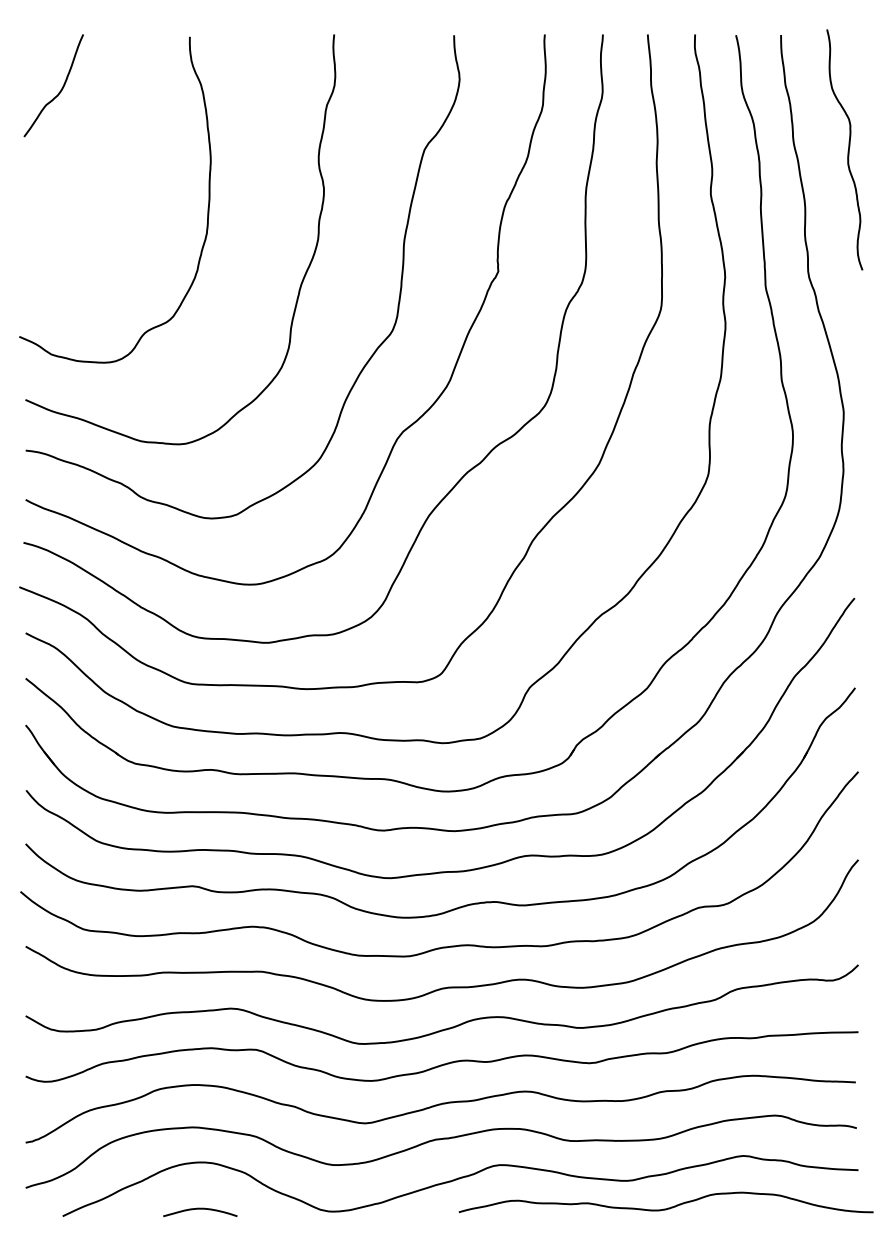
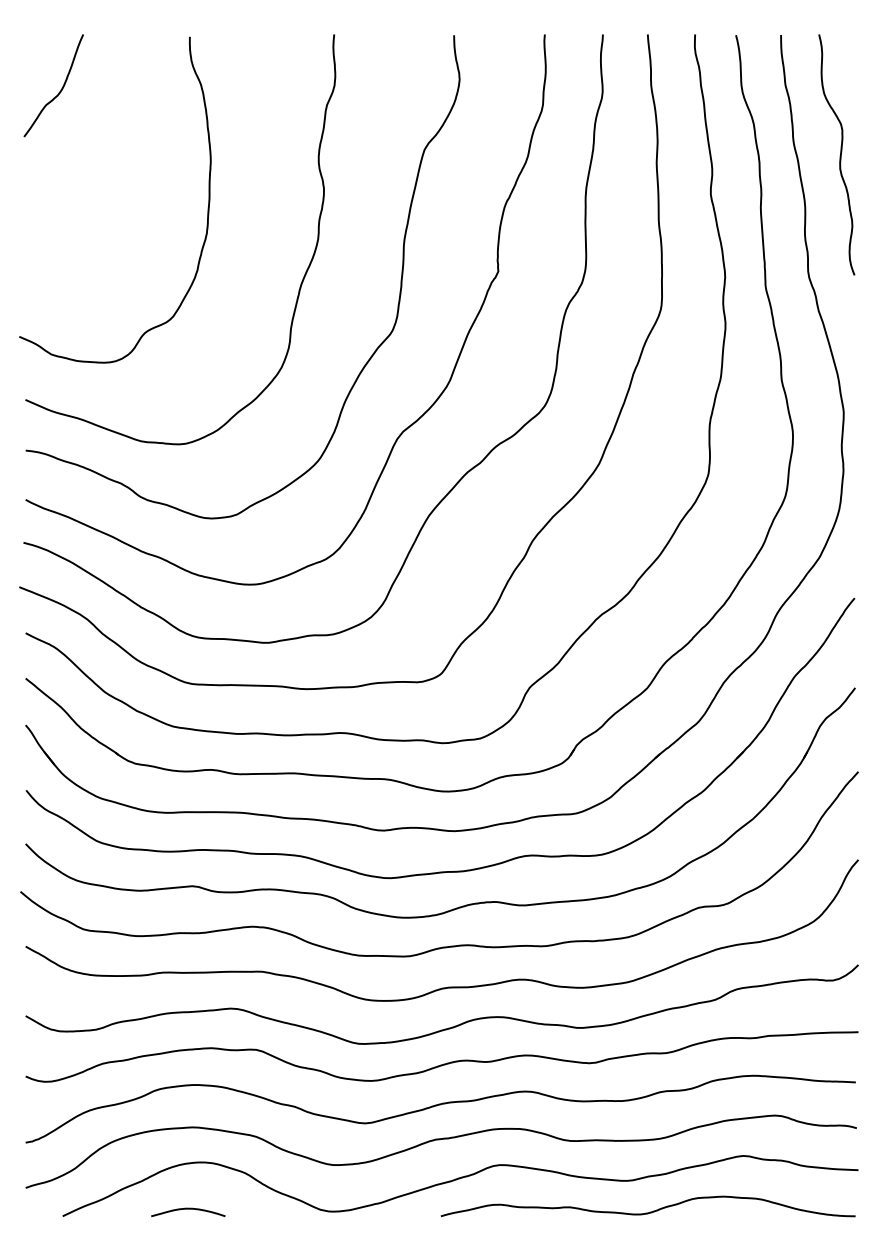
curve at (847, 150) position: (847, 150) -> (839, 155)
curve at (668, 1207) position: (668, 1207) -> (650, 1211)
curve at (200, 1209) position: (200, 1209) -> (188, 1209)
